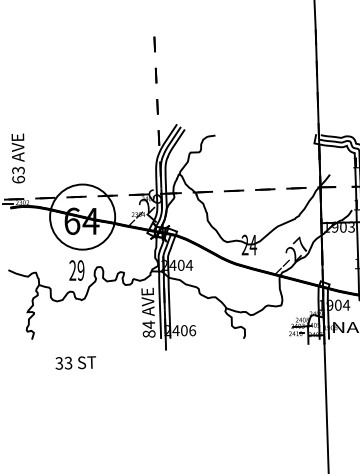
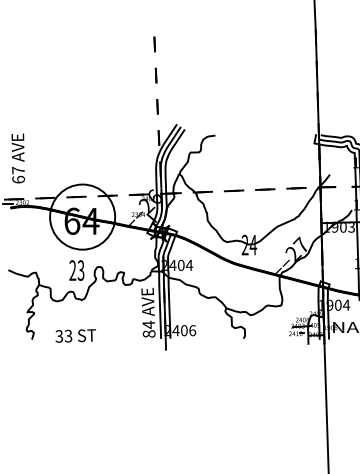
text at (18, 170): 63 -> 67
text at (80, 270): 29 -> 23
text at (75, 362) position: (75, 362) -> (75, 335)
